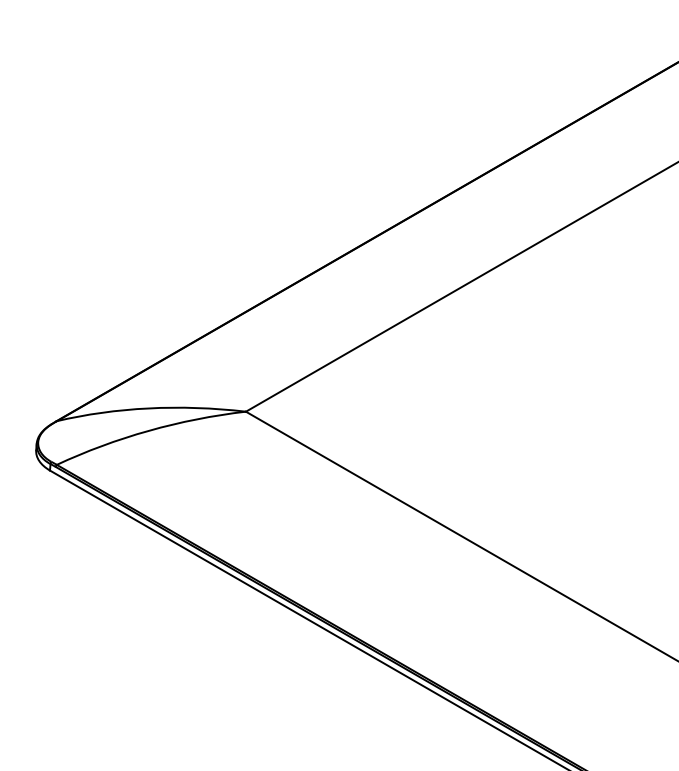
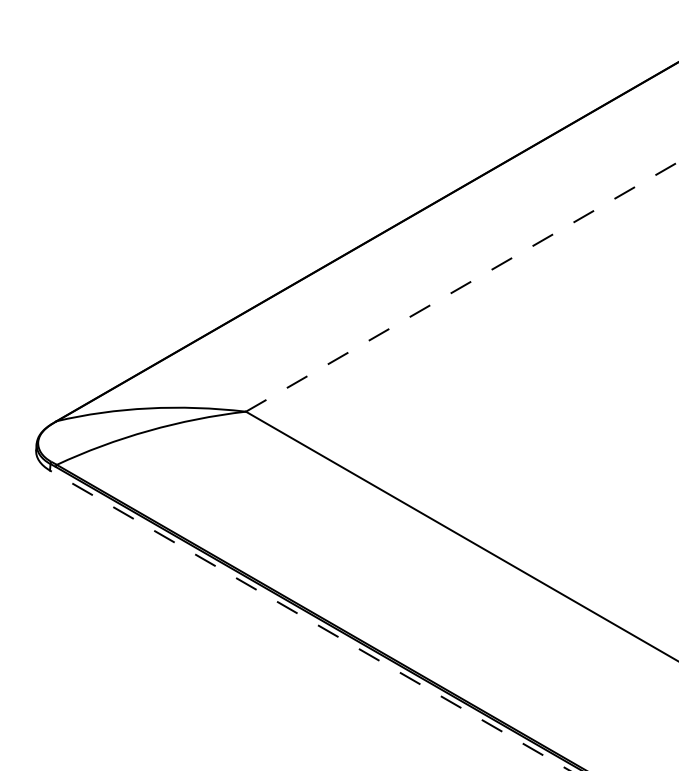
line at (462, 286): solid -> dashed
line at (309, 620): solid -> dashed
